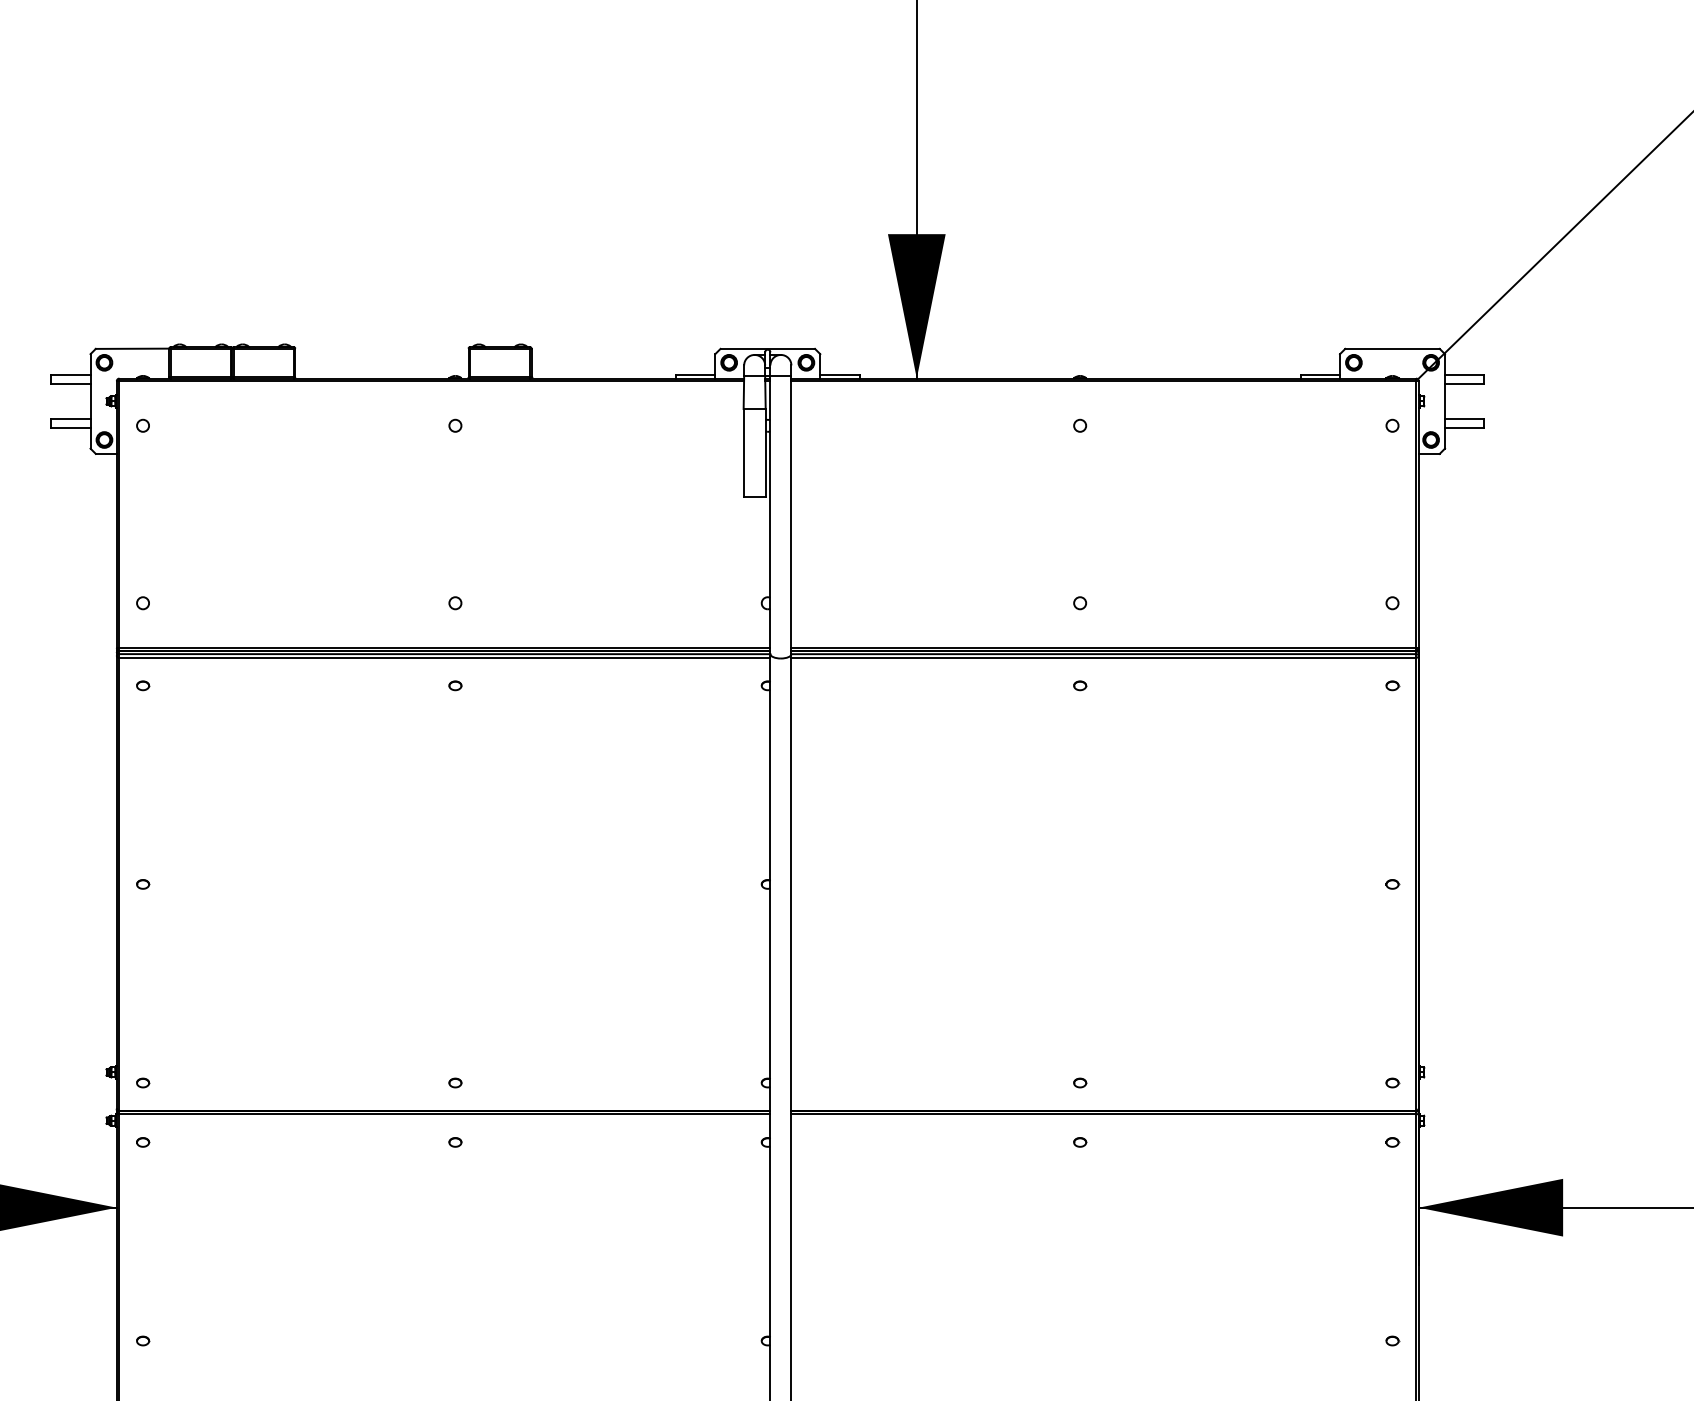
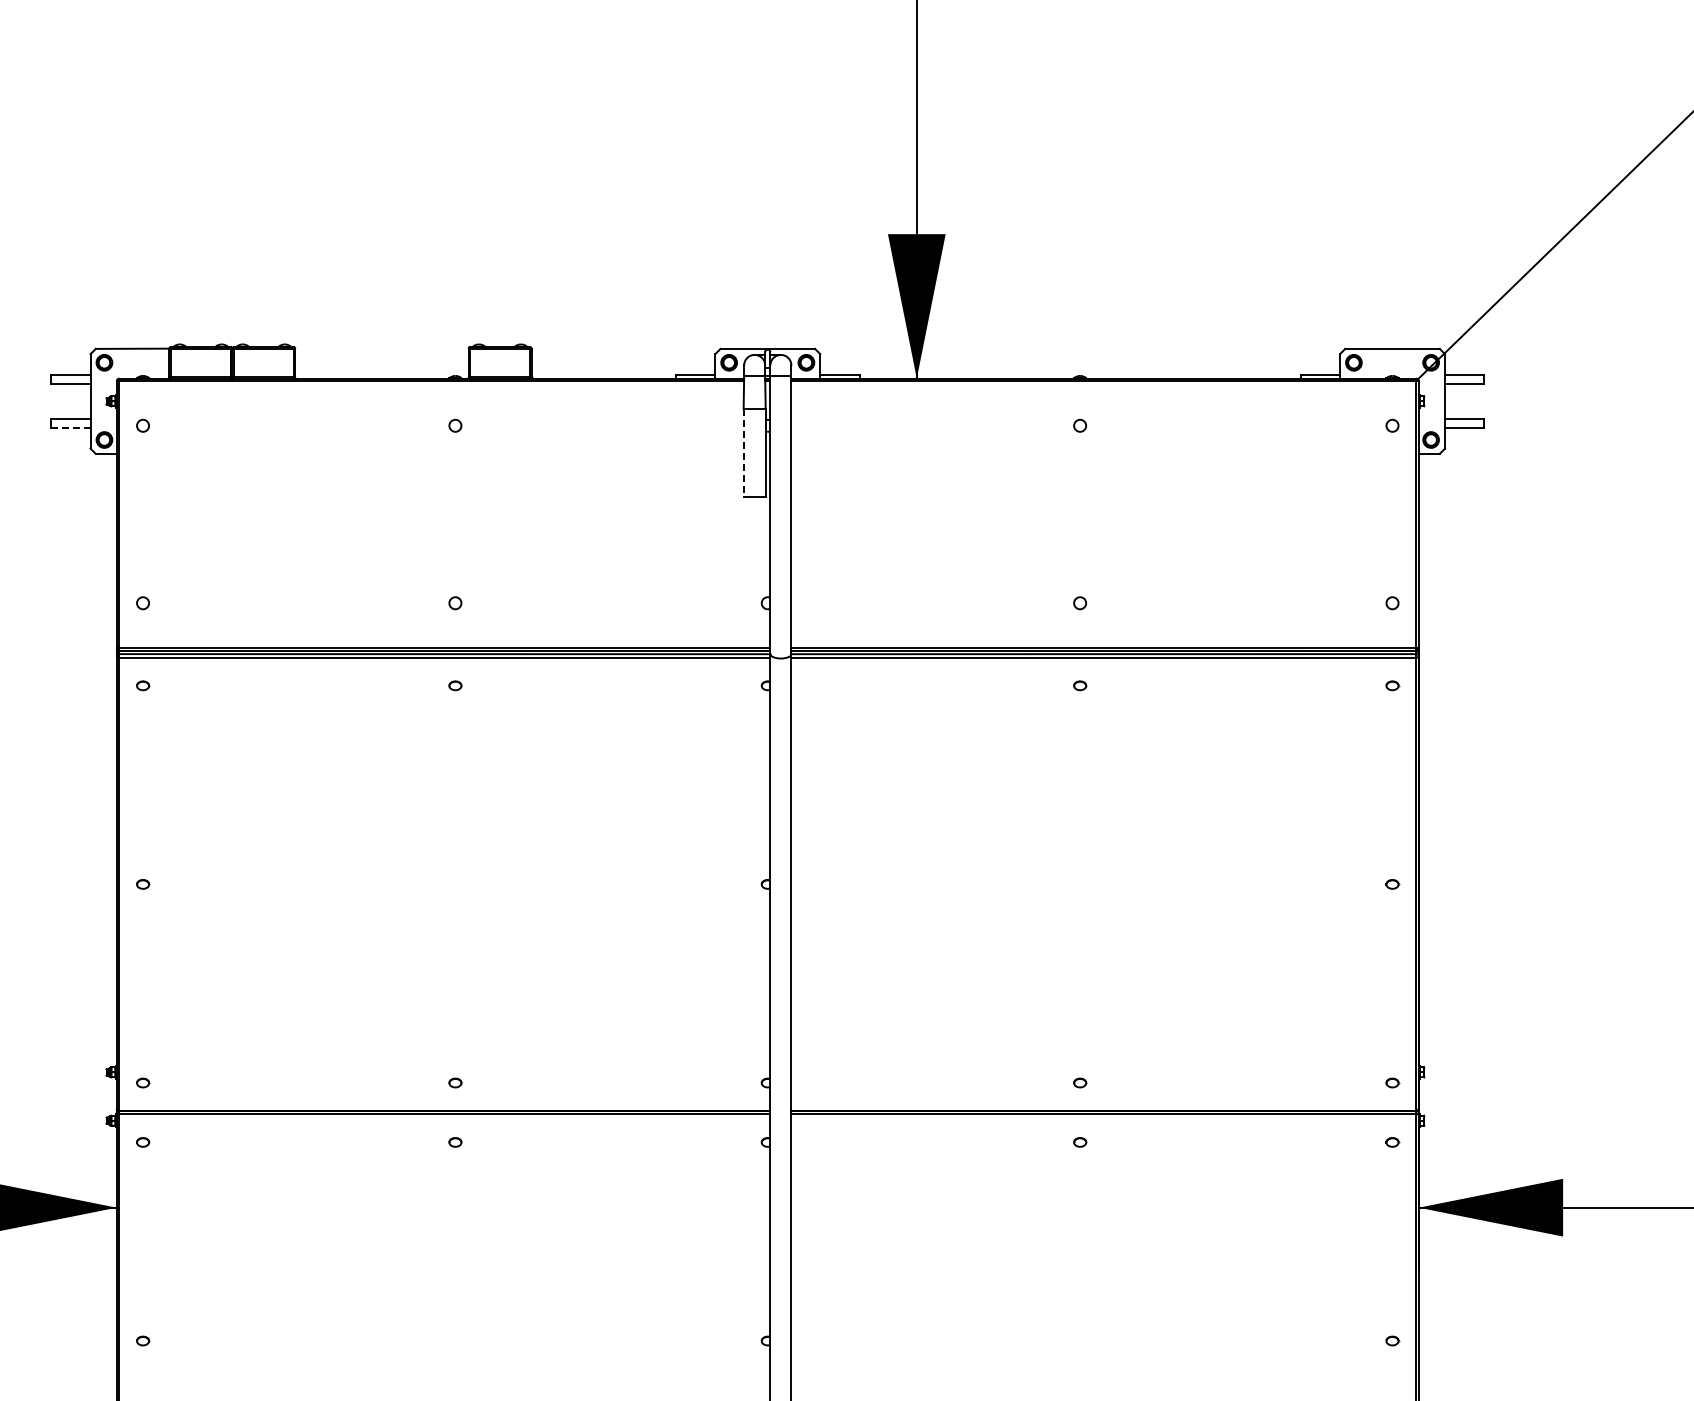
line at (70, 427): solid -> dashed
line at (743, 452): solid -> dashed
